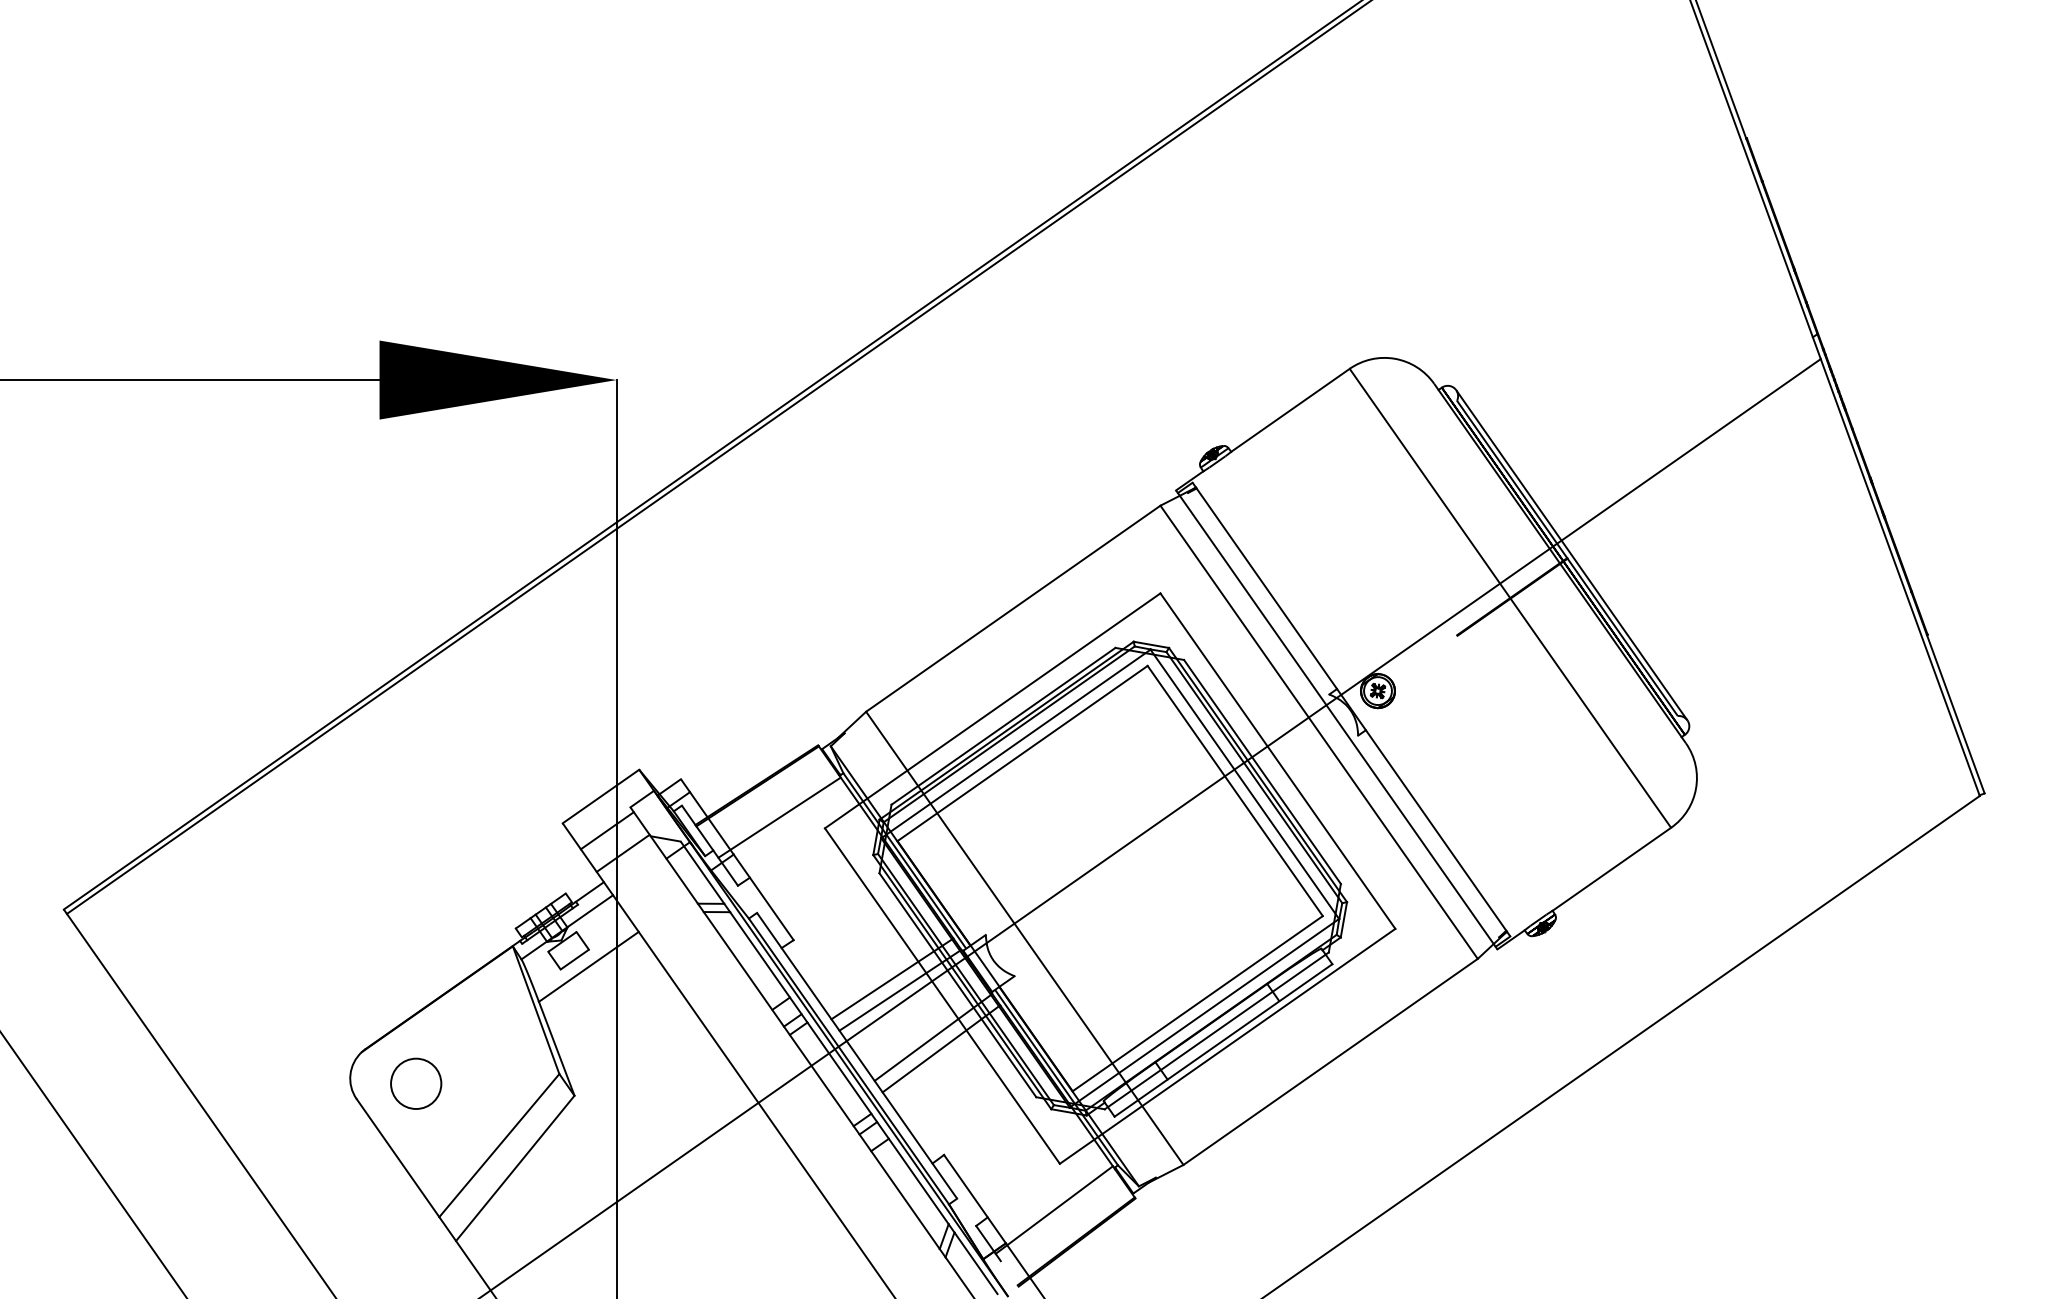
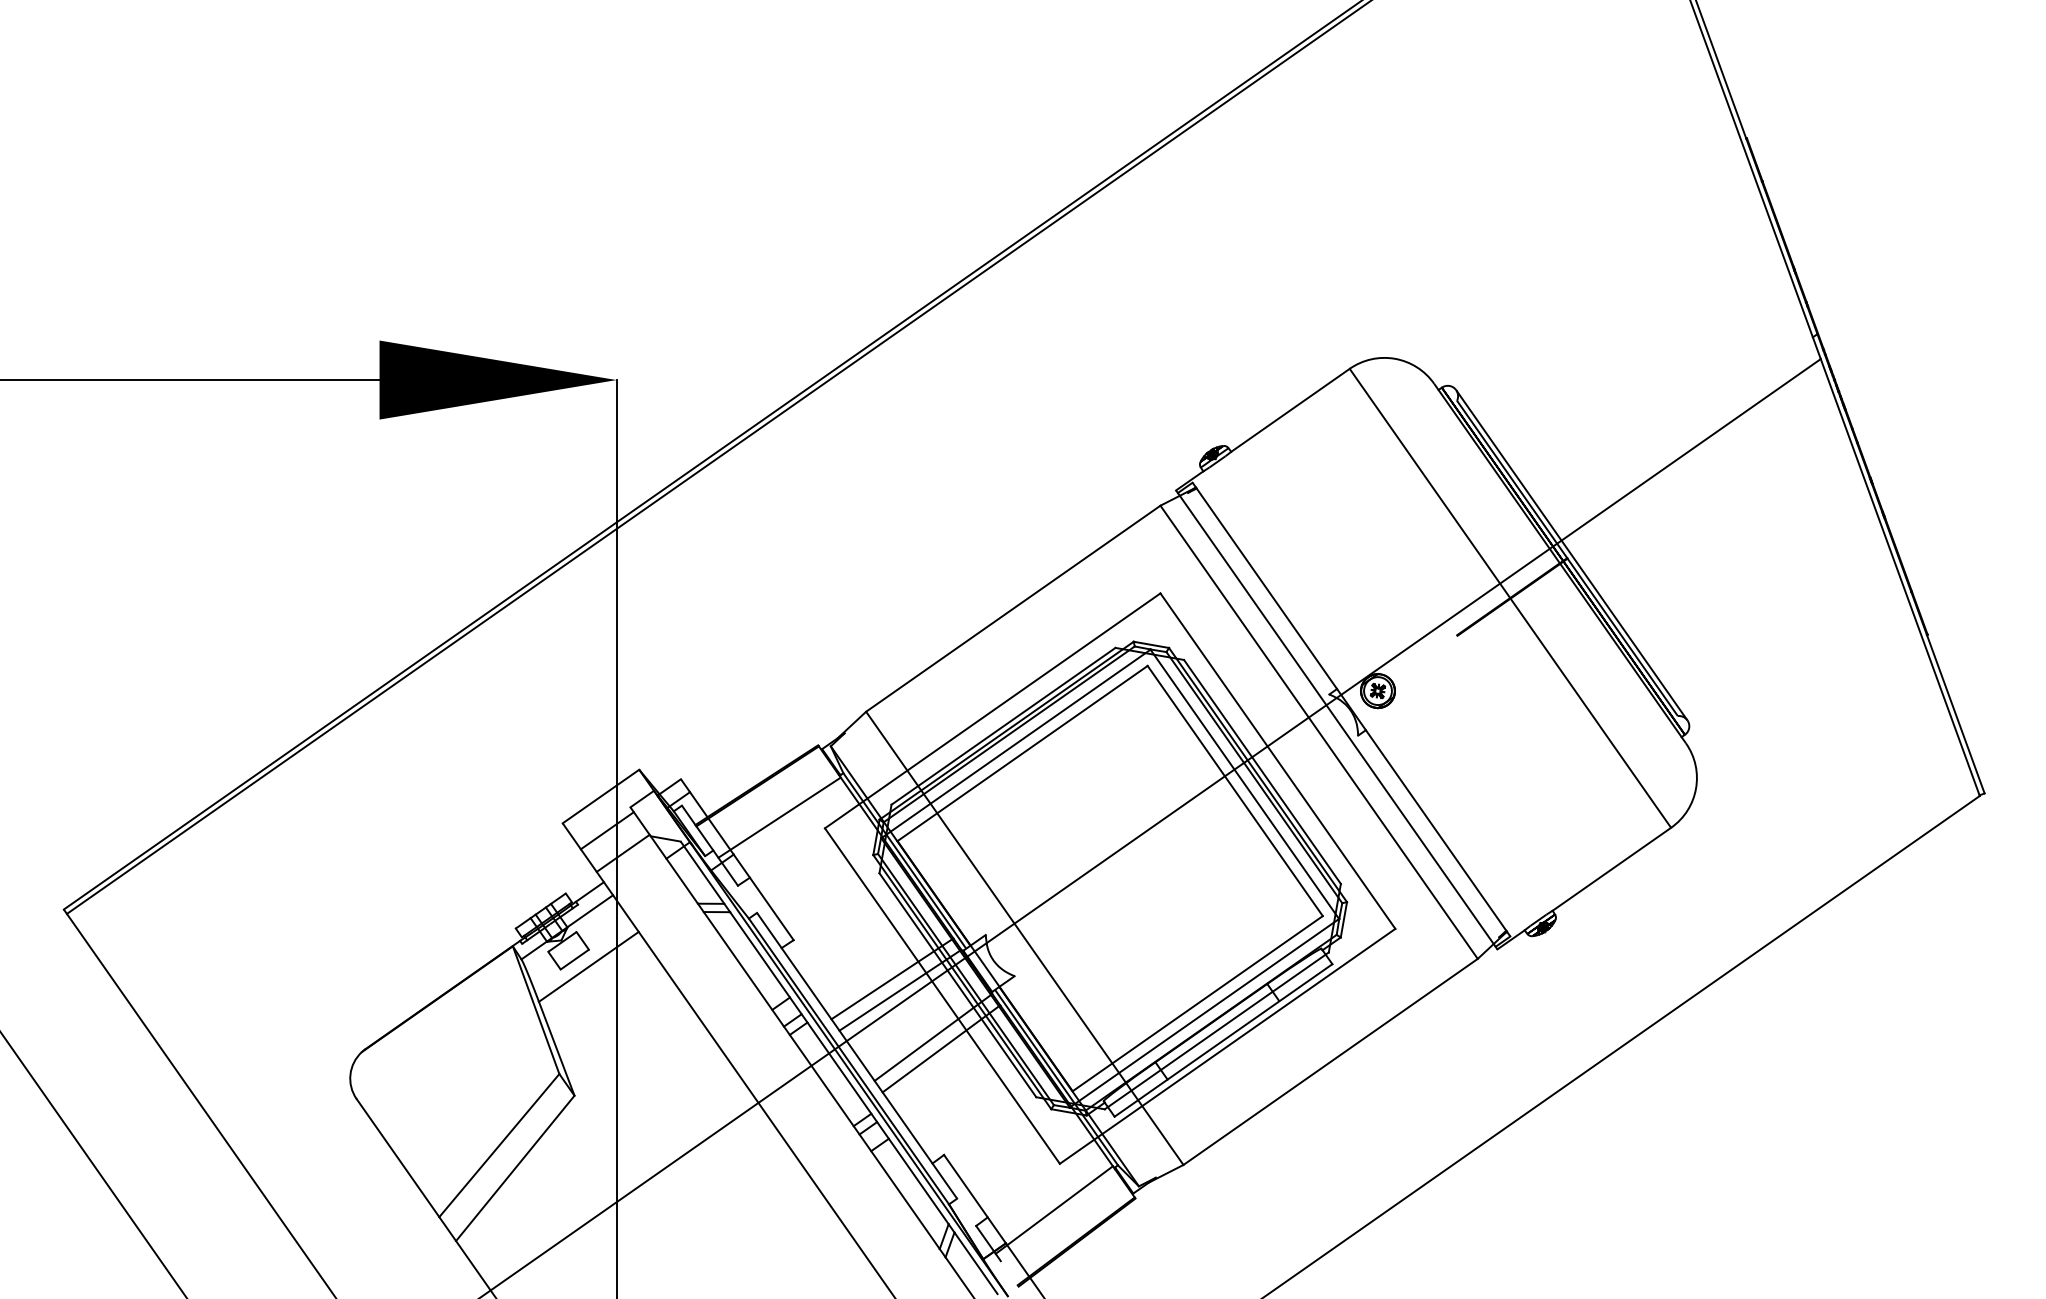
circle at (416, 1083): present -> none
